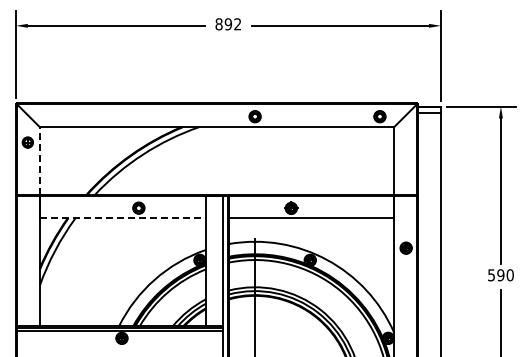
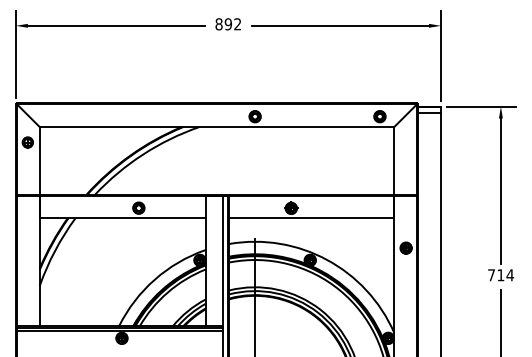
line at (39, 160): dashed -> solid
line at (122, 218): dashed -> solid
text at (501, 275): 590 -> 714
